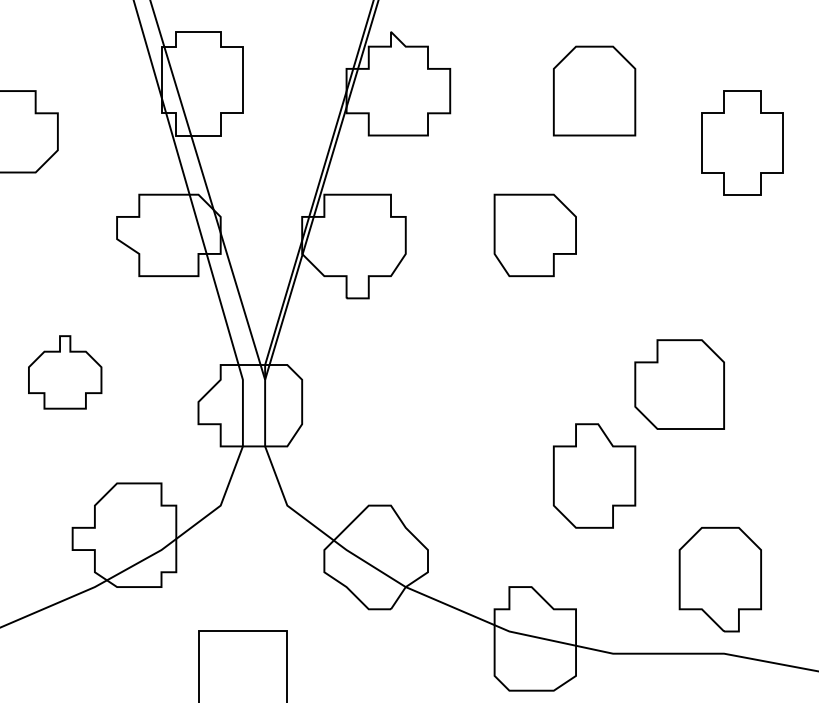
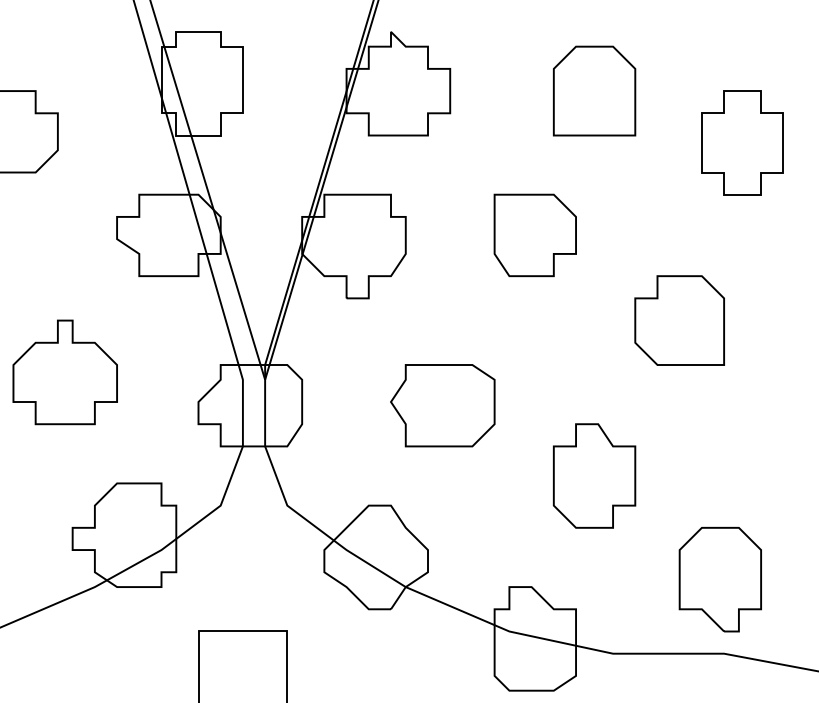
part at (65, 372) size: 75x75 px -> 106x107 px
part at (679, 384) position: (679, 384) -> (679, 320)
part at (442, 405): none -> present
